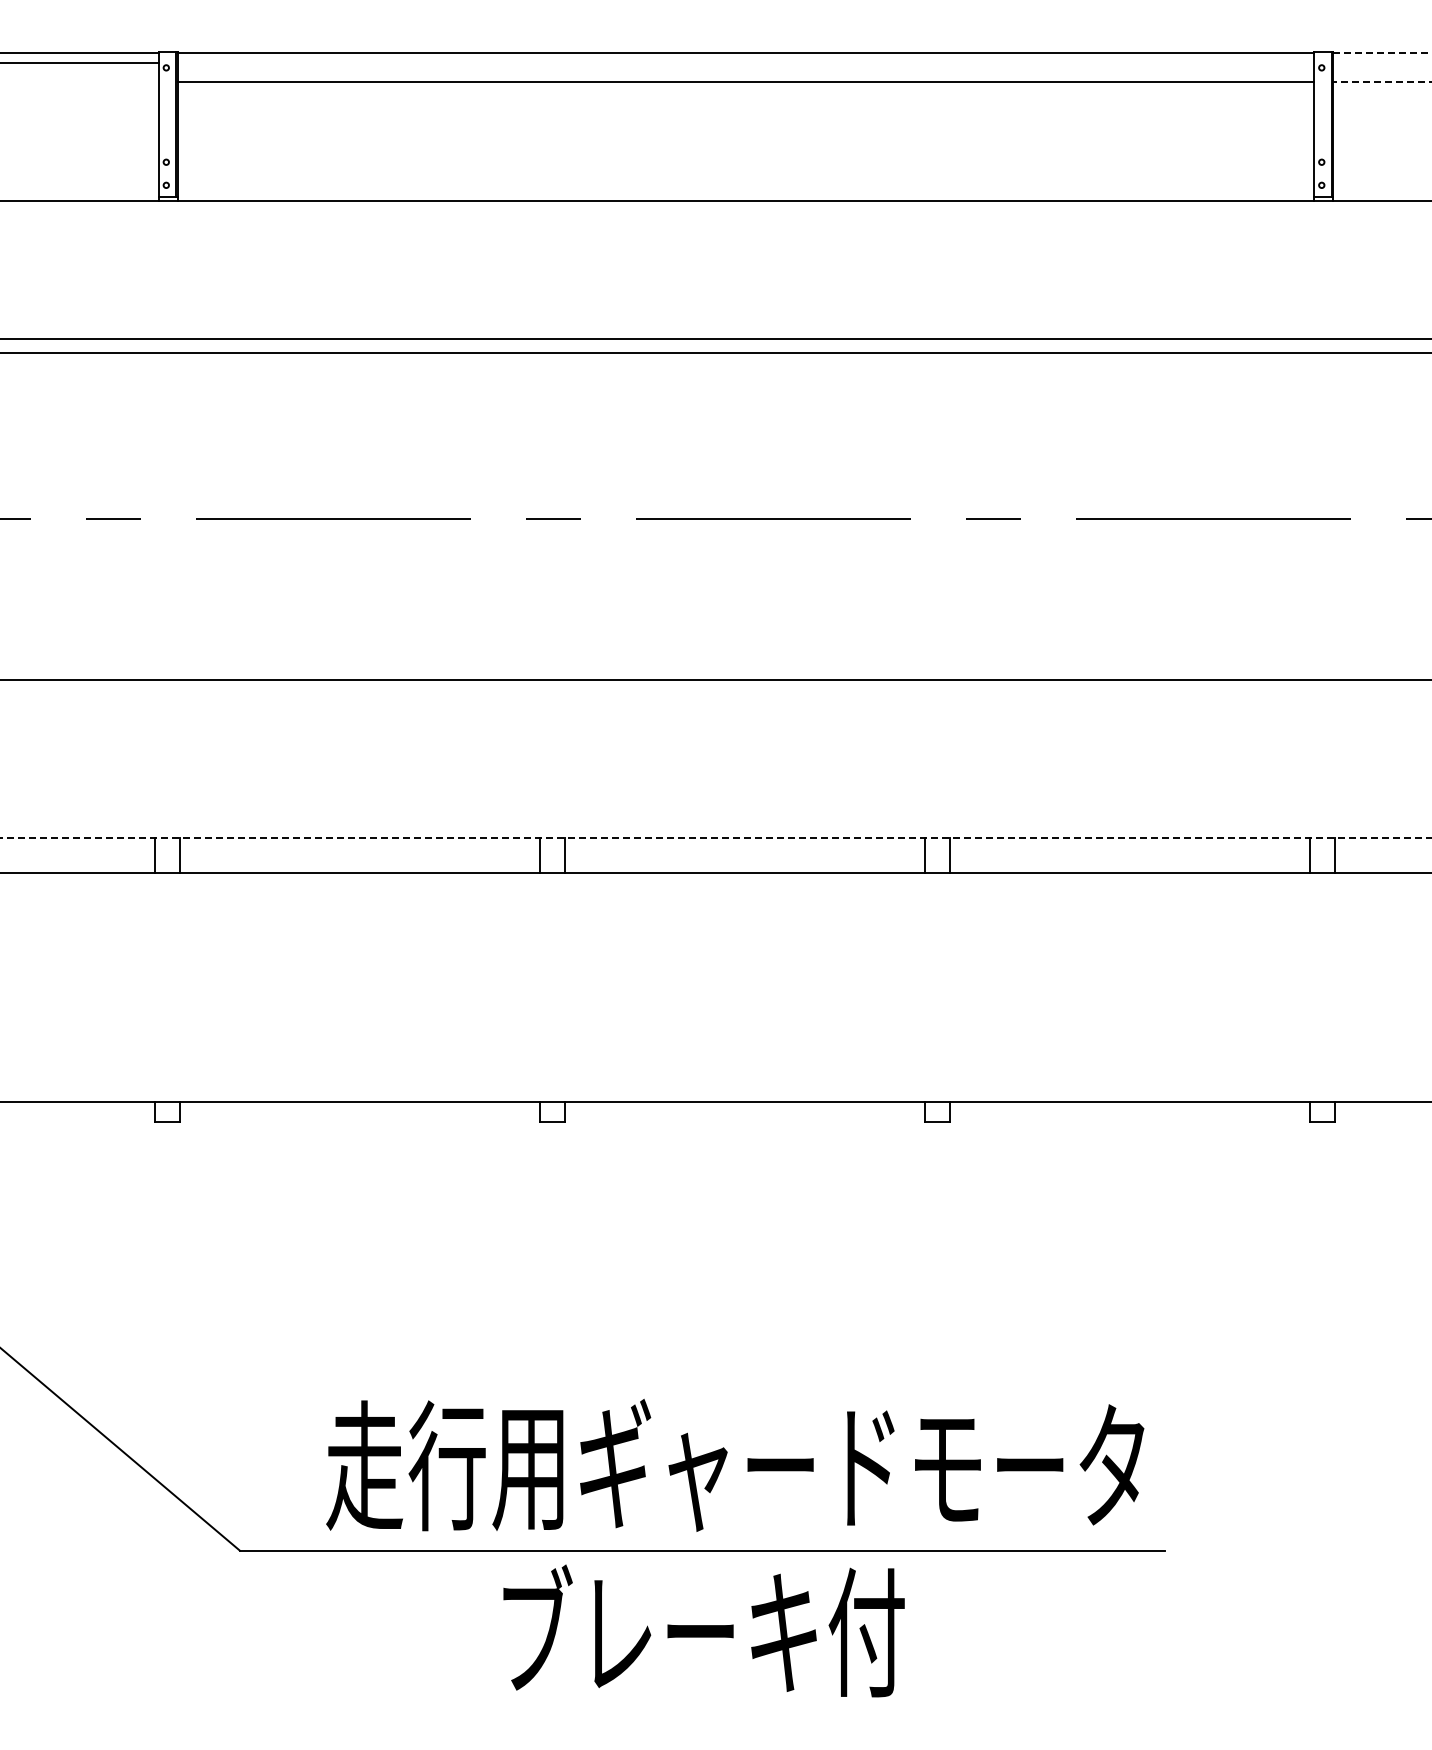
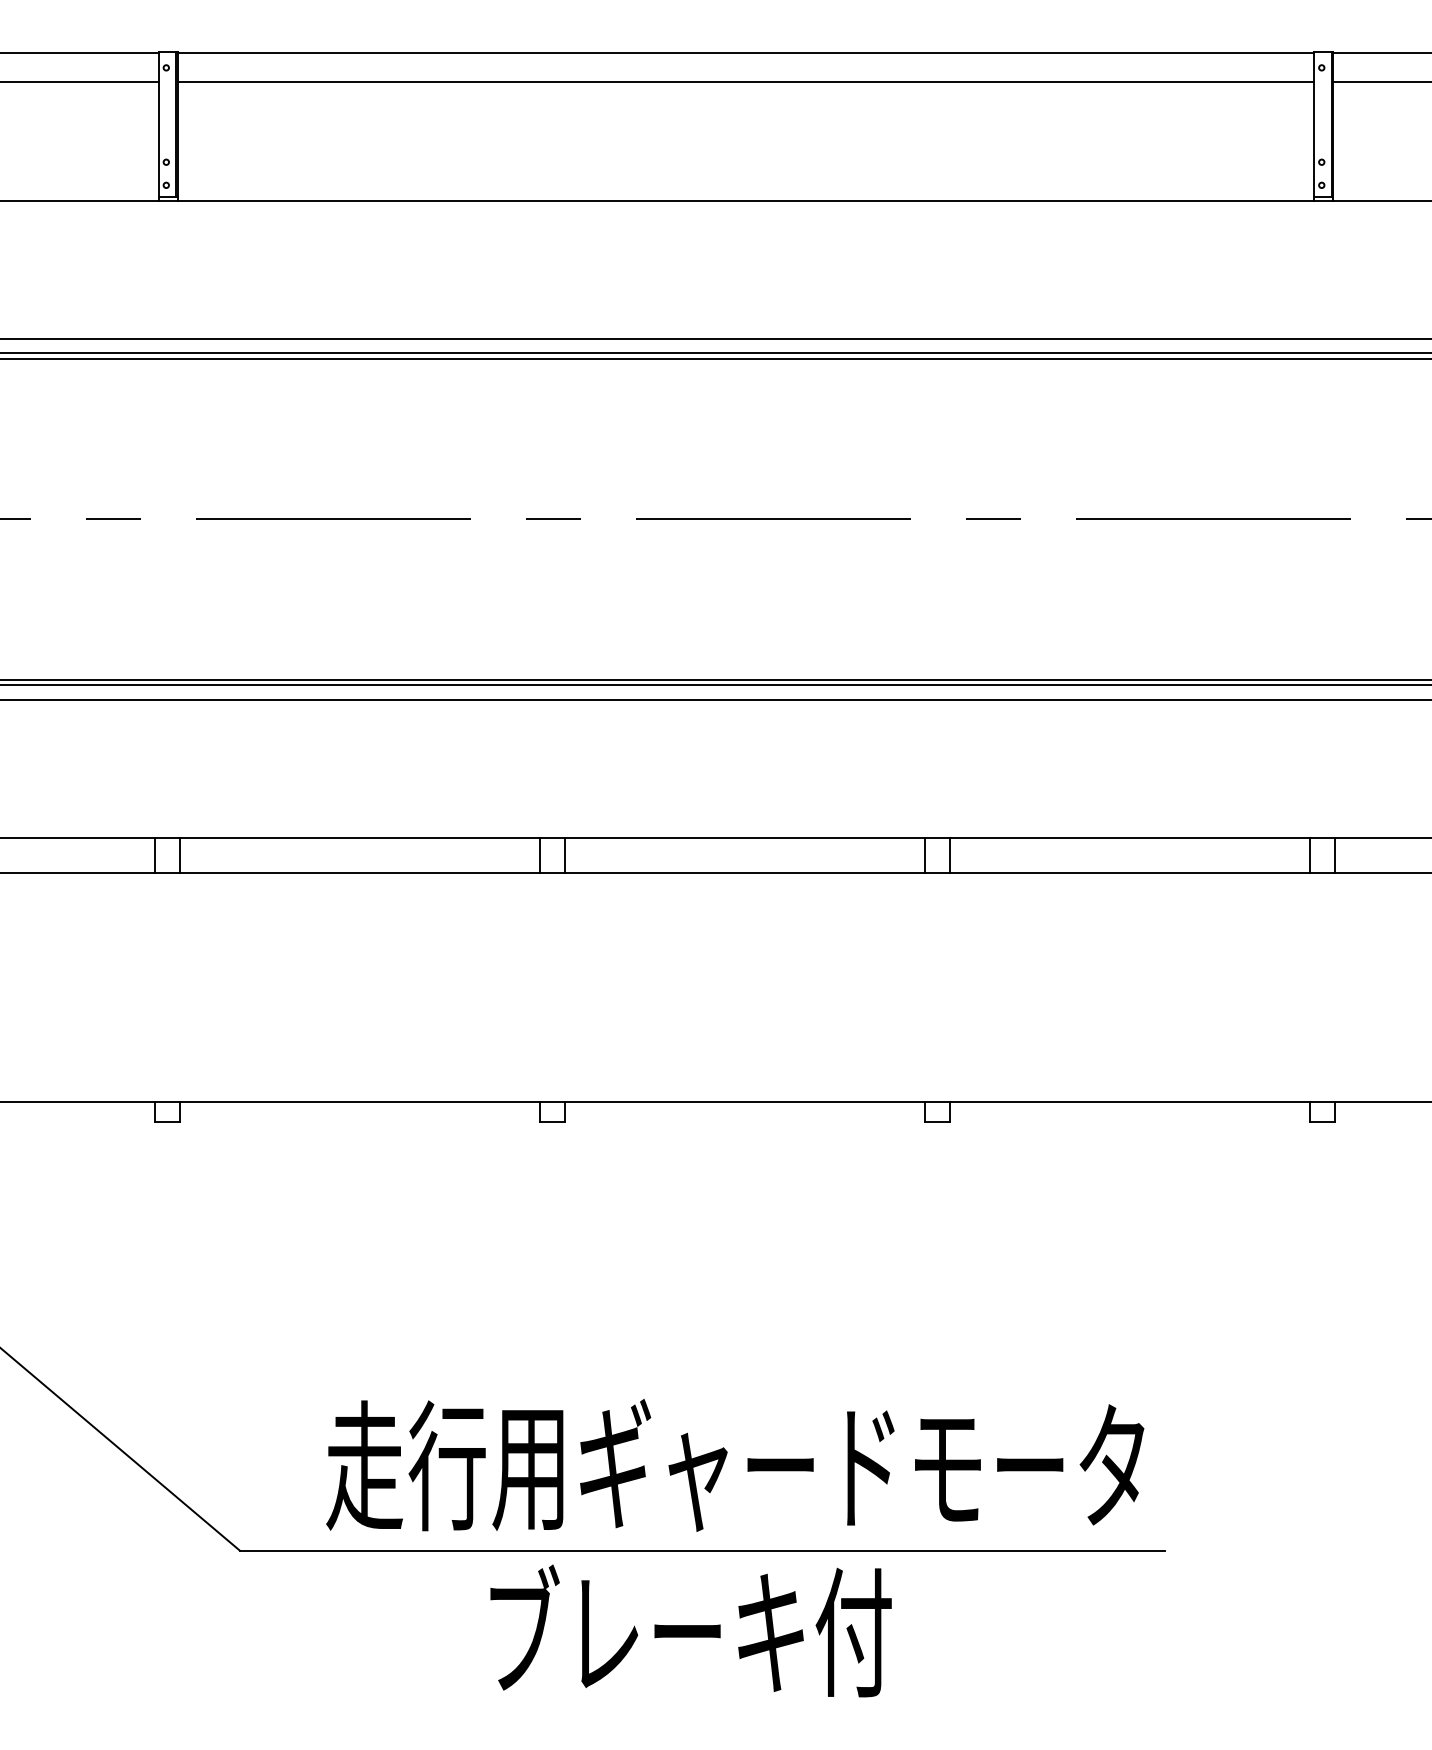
line at (1382, 53): dashed -> solid
line at (80, 63) position: (80, 63) -> (80, 82)
line at (1382, 82): dashed -> solid
line at (715, 358): none -> present
line at (715, 685): none -> present
line at (715, 699): none -> present
line at (715, 837): dashed -> solid
text at (703, 1630) position: (703, 1630) -> (690, 1630)
